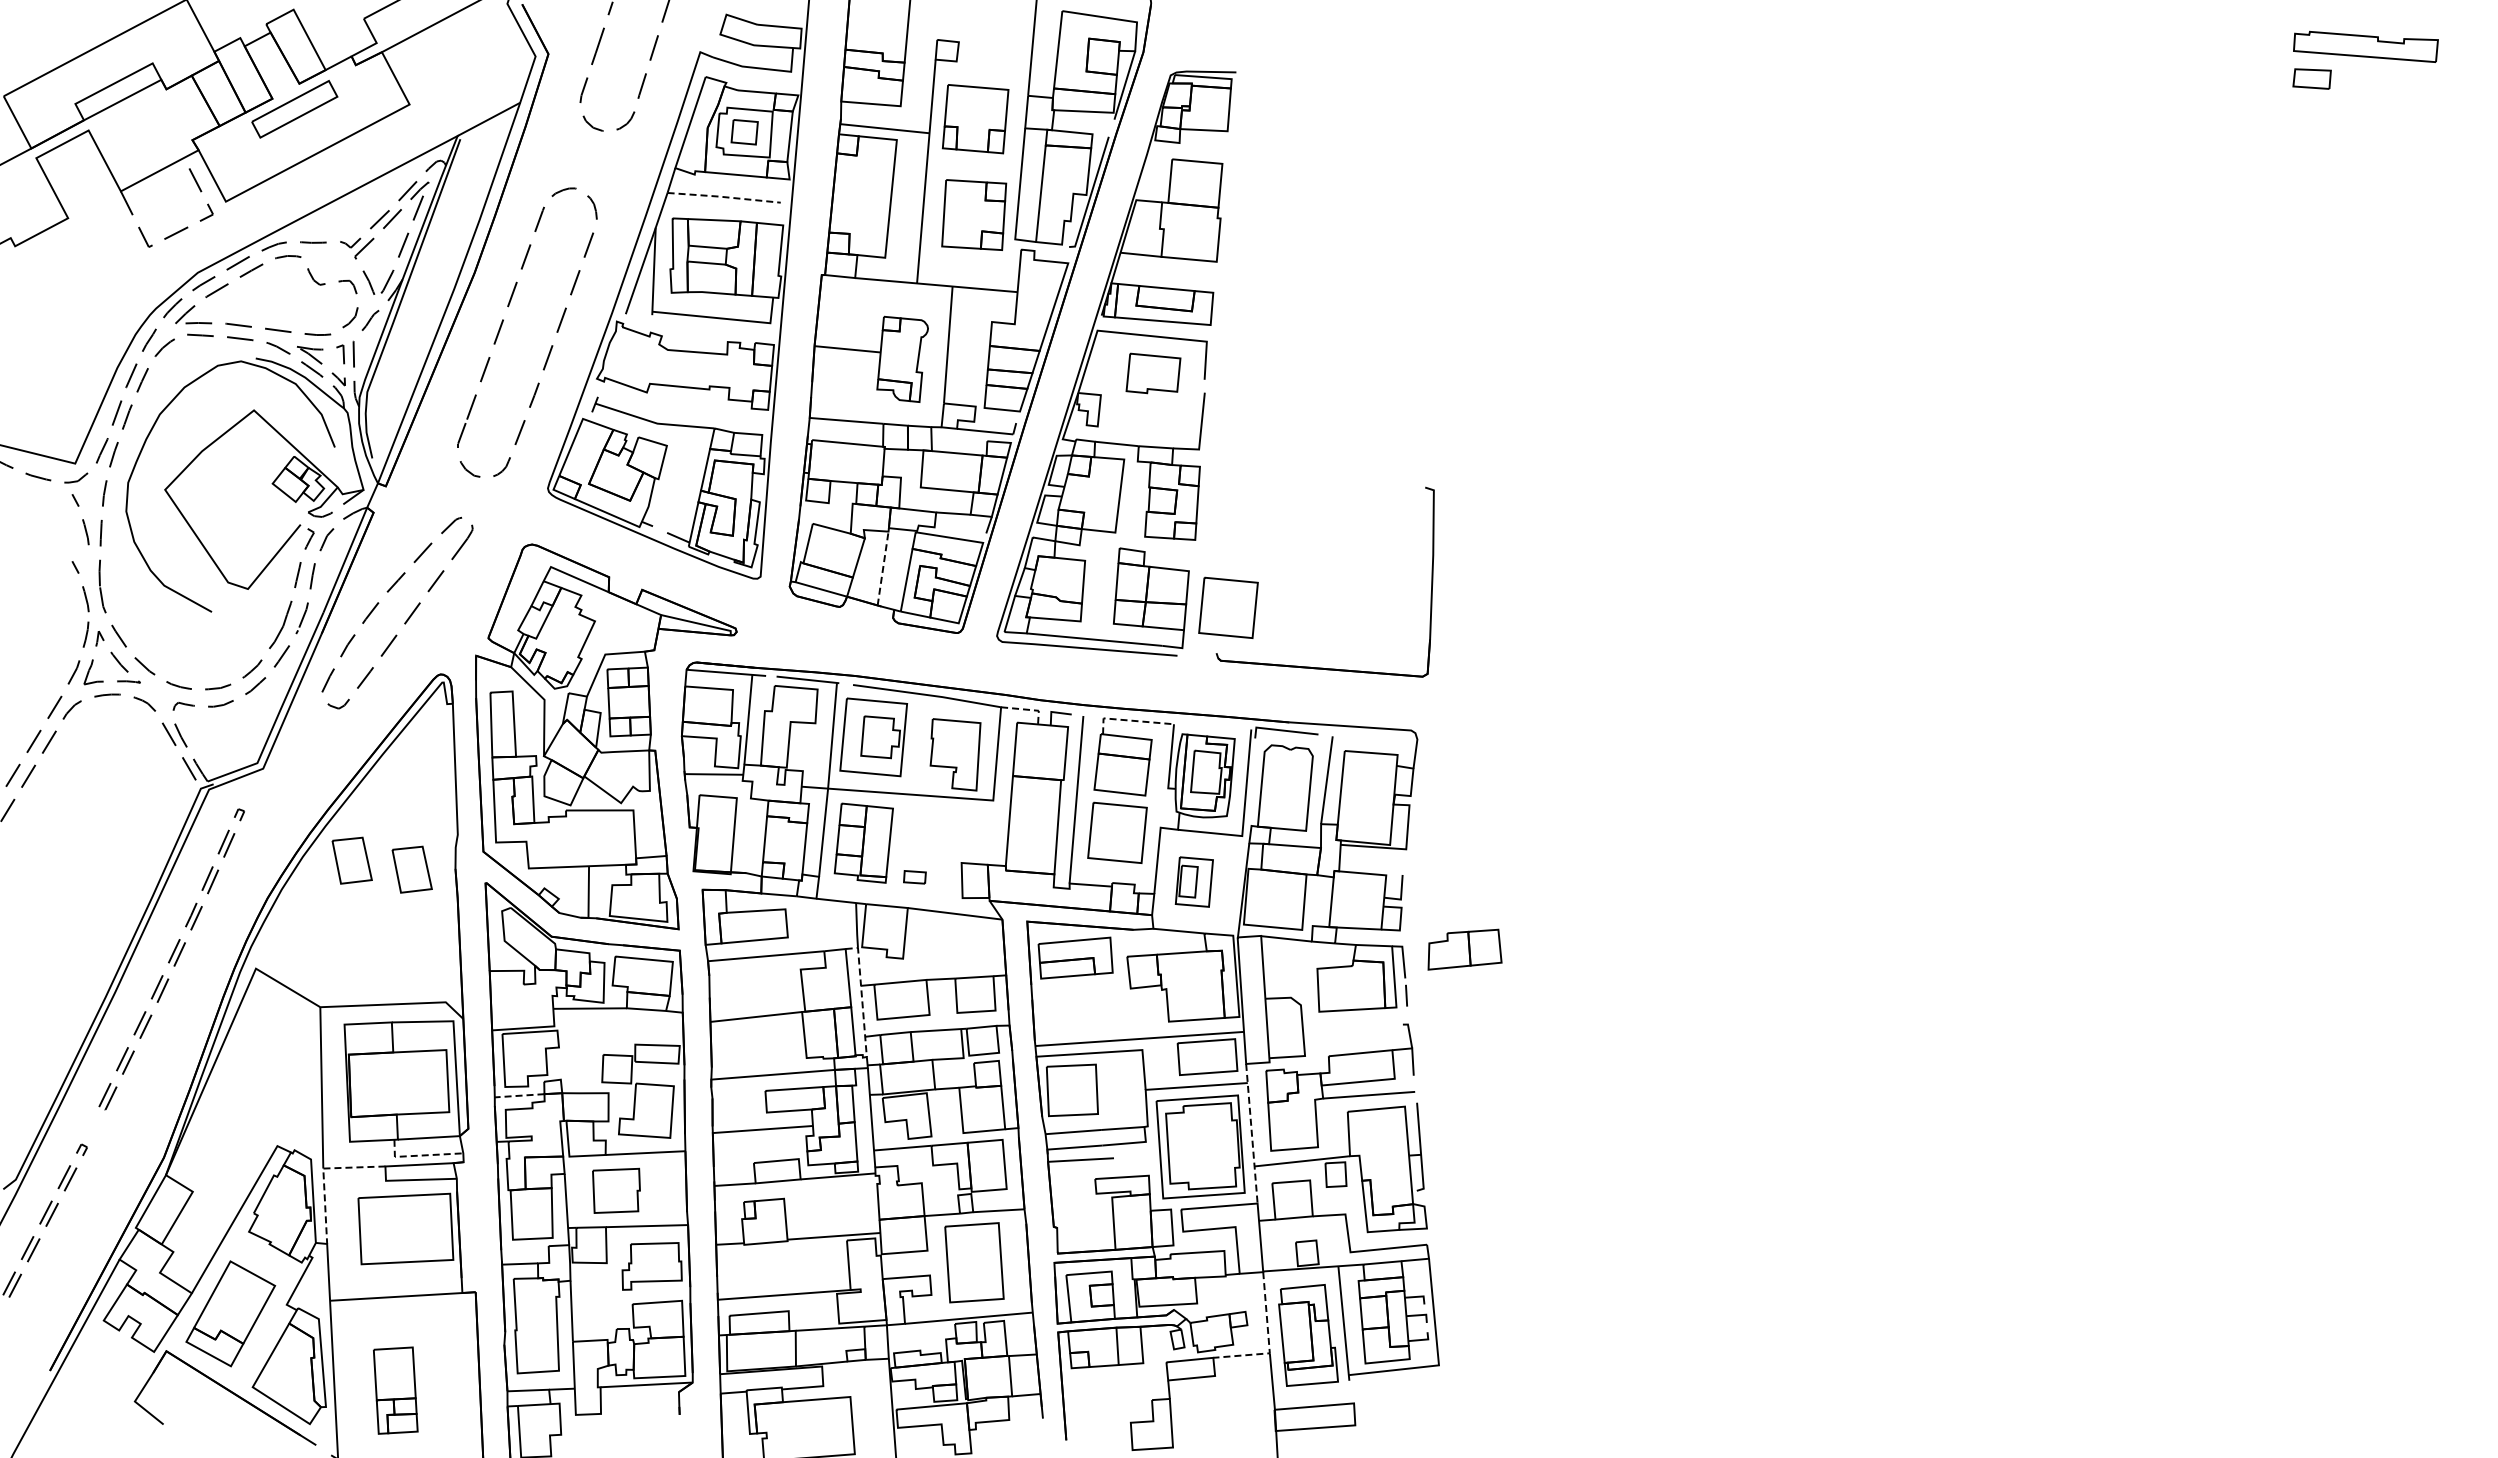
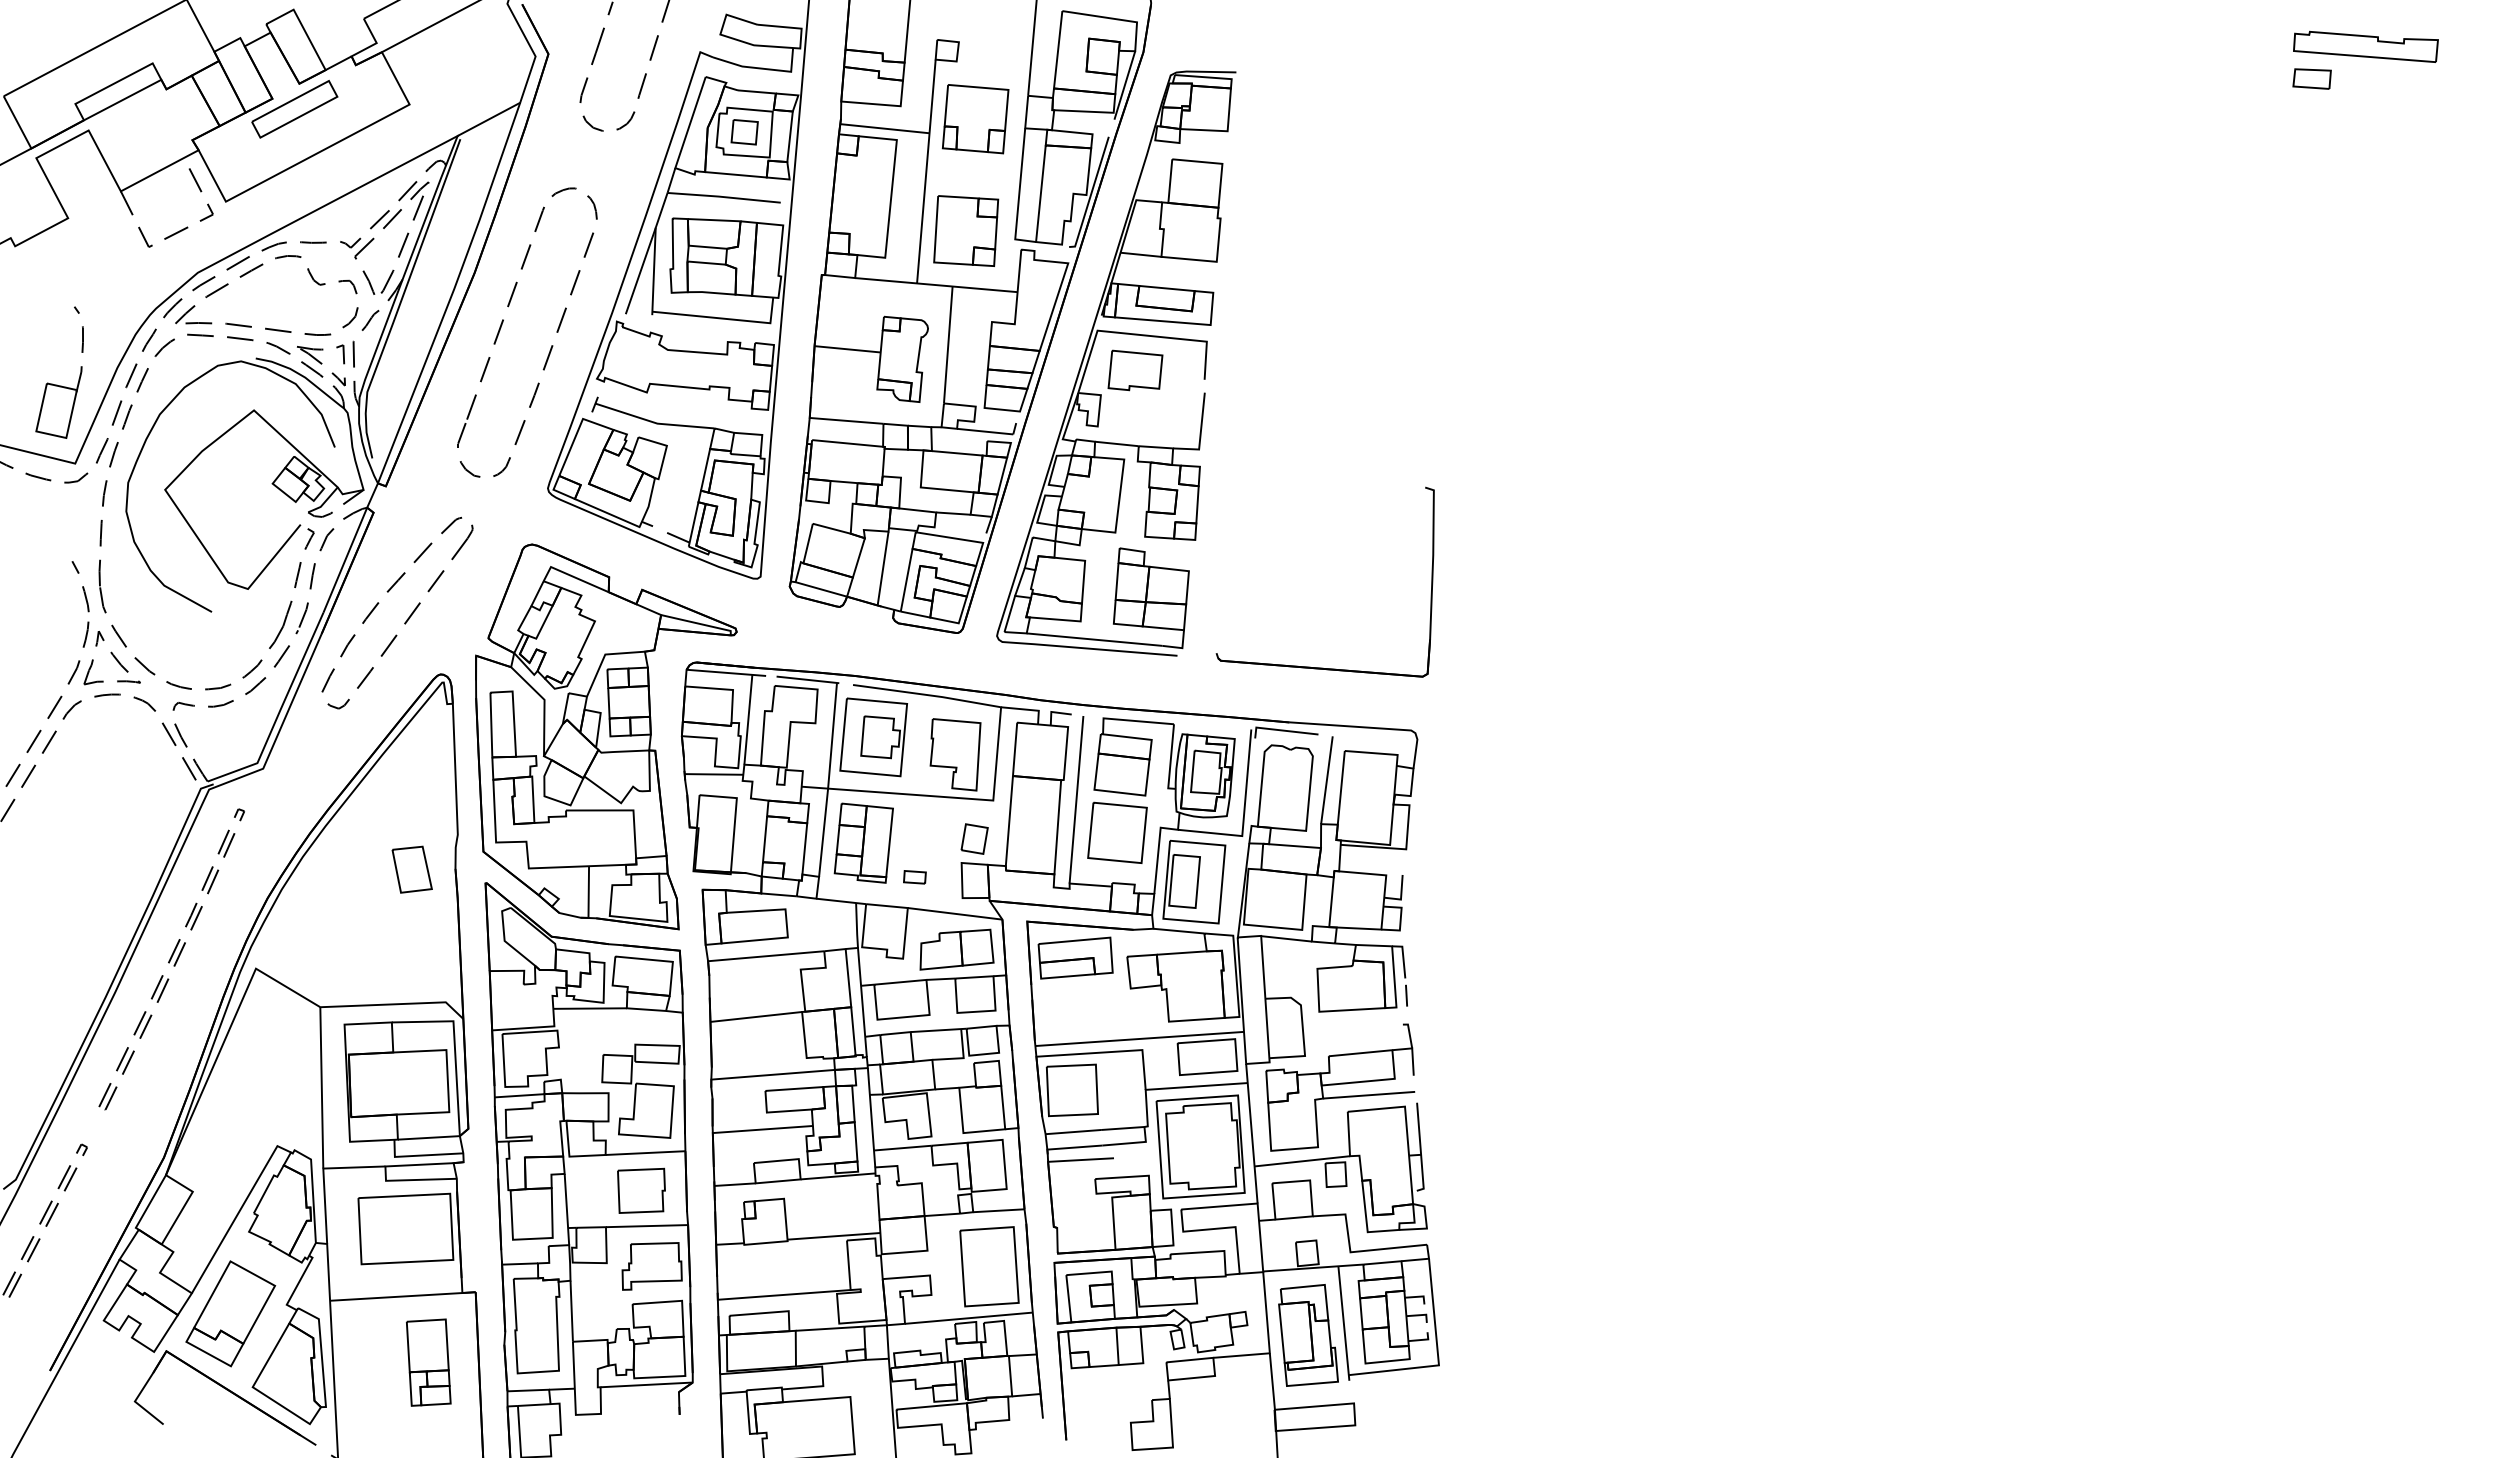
line at (723, 197): dashed -> solid
part at (974, 214) position: (974, 214) -> (966, 230)
part at (1153, 373) position: (1153, 373) -> (1135, 370)
part at (57, 384): none -> present
line at (82, 519): present -> none
line at (883, 568): dashed -> solid
part at (1228, 607): present -> none
line at (1027, 709): dashed -> solid
line at (1130, 720): dashed -> solid
part at (974, 838): none -> present
part at (351, 860): present -> none
part at (1193, 881) size: 40x52 px -> 65x86 px
part at (1464, 949) position: (1464, 949) -> (956, 949)
line at (861, 995): dashed -> solid
line at (519, 1095): dashed -> solid
line at (1251, 1134): dashed -> solid
line at (419, 1155): dashed -> solid
line at (323, 1174): dashed -> solid
part at (616, 1190) position: (616, 1190) -> (641, 1190)
part at (974, 1262) position: (974, 1262) -> (989, 1266)
line at (1268, 1341): dashed -> solid
part at (395, 1390) position: (395, 1390) -> (428, 1362)
